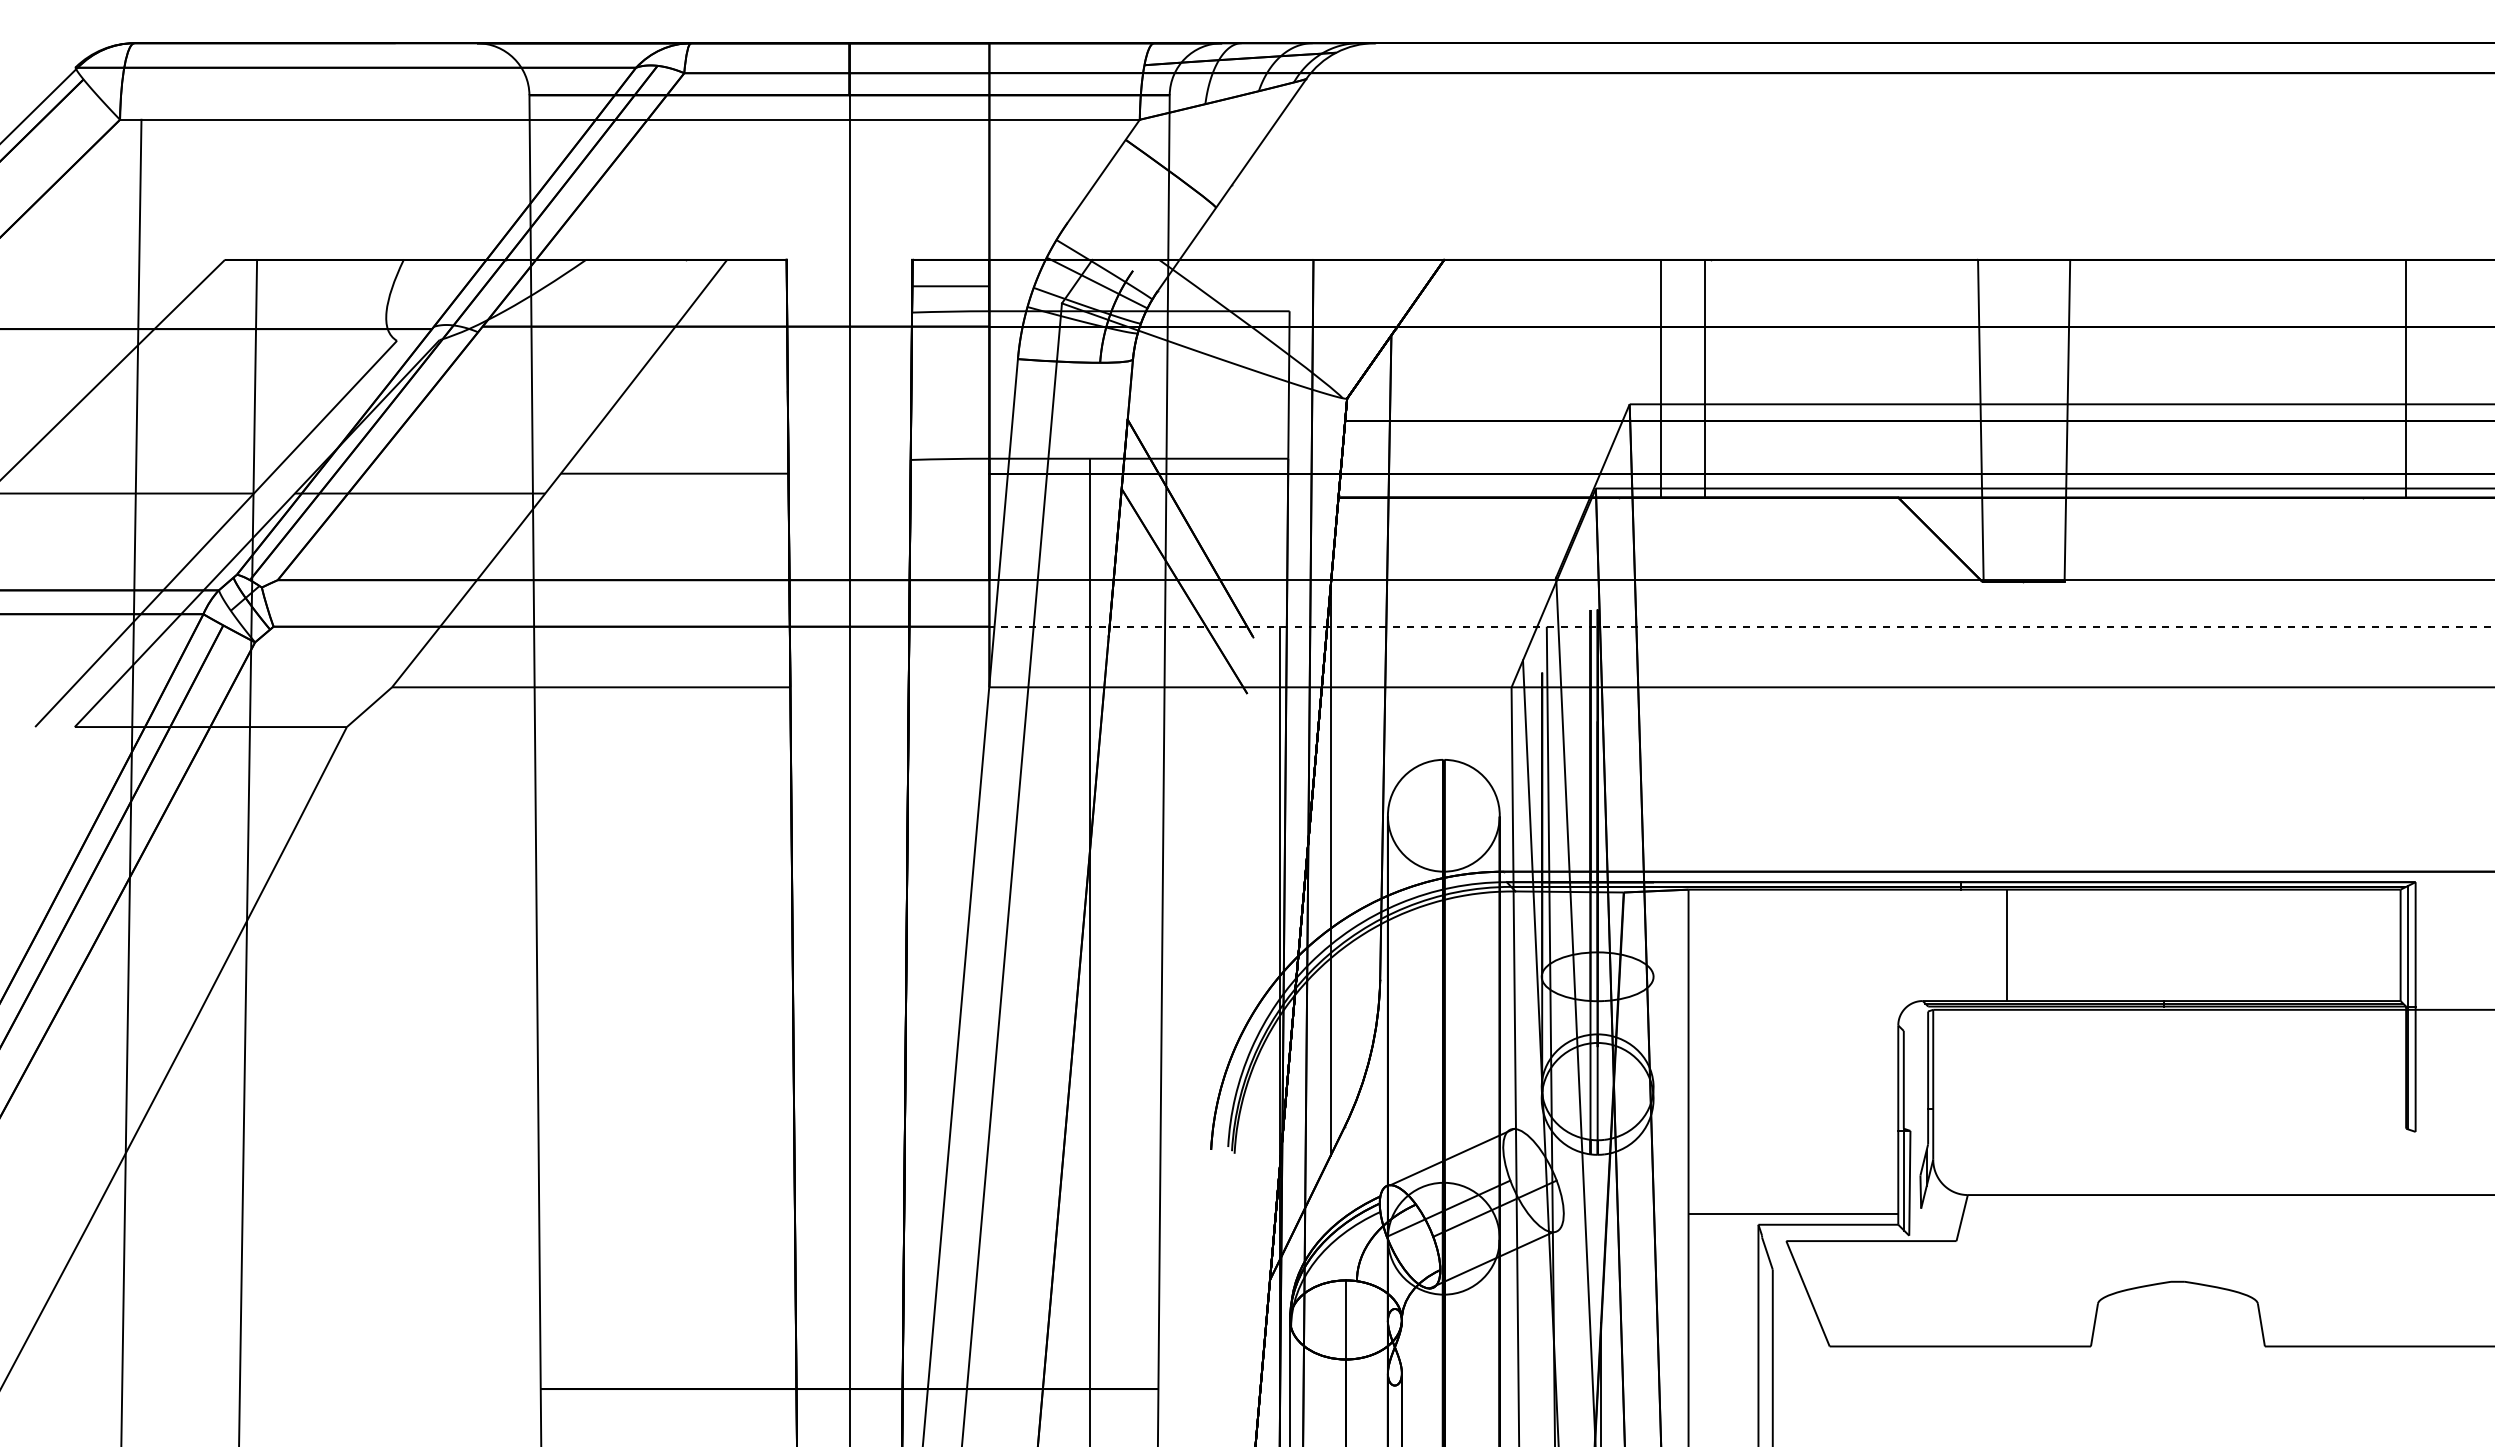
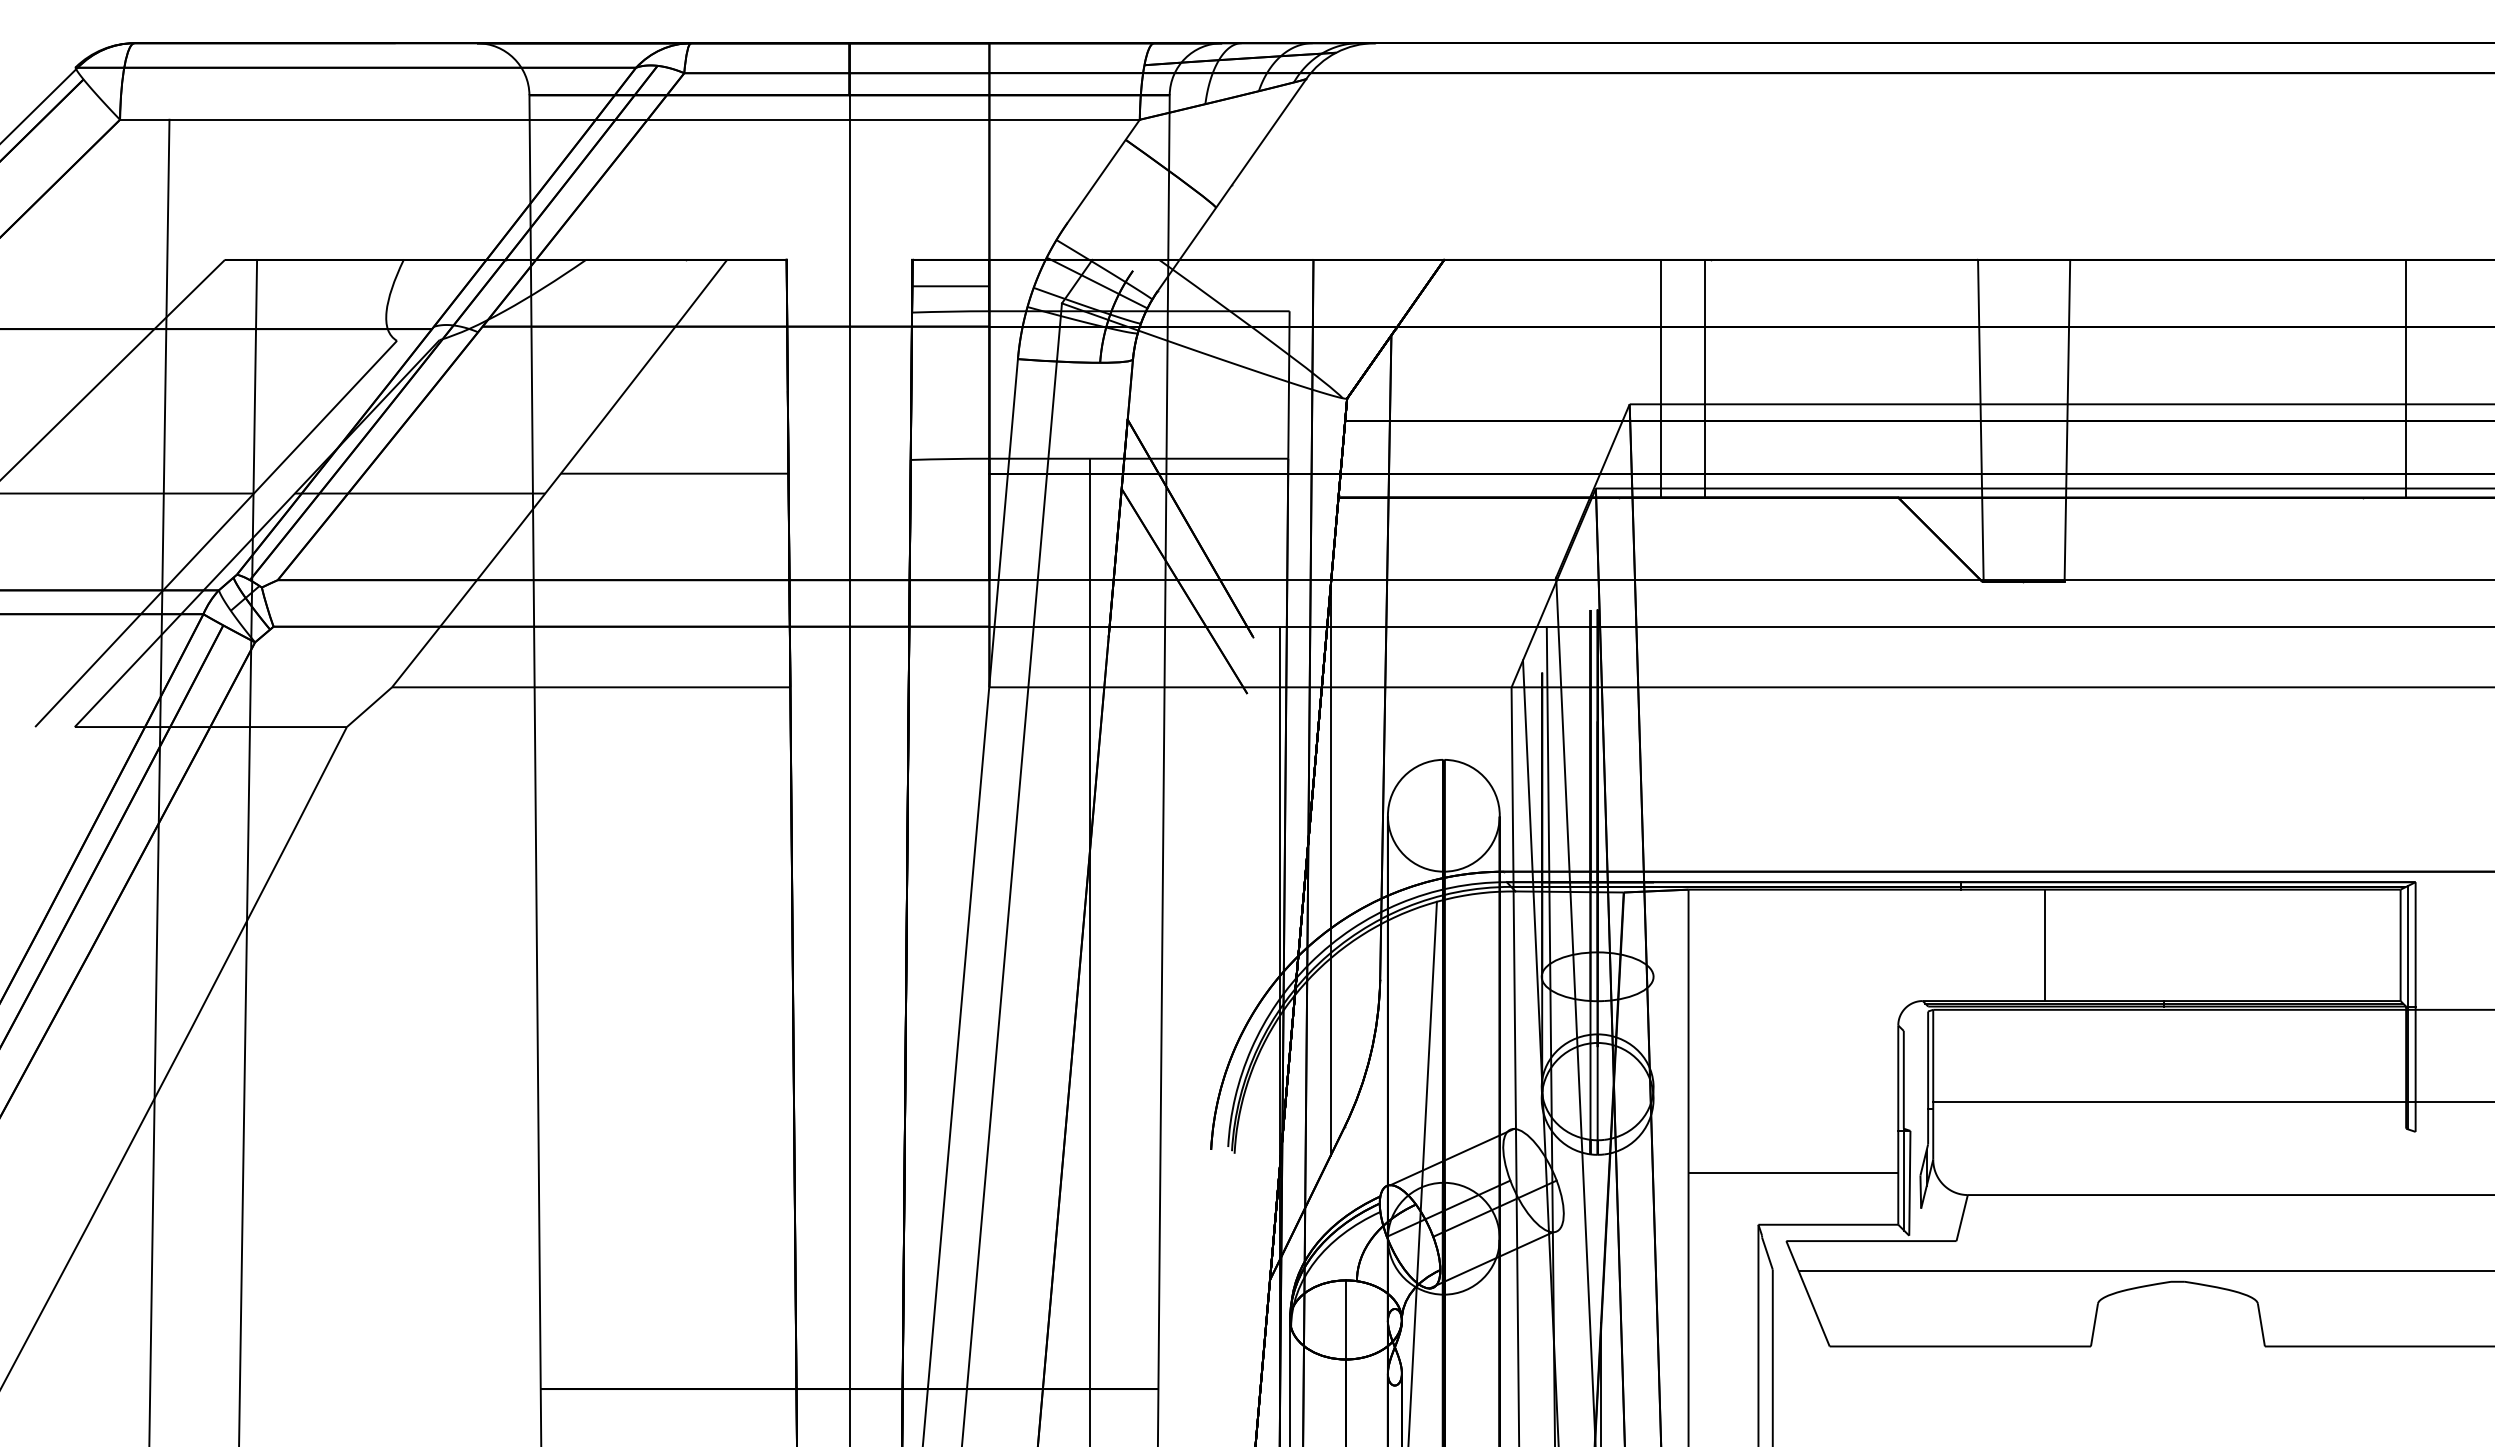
line at (1741, 626): dashed -> solid
line at (131, 781) position: (131, 781) -> (159, 781)
line at (2006, 945) position: (2006, 945) -> (2044, 945)
line at (2212, 1102): none -> present
line at (1422, 1172): none -> present
line at (1793, 1213) position: (1793, 1213) -> (1793, 1172)
line at (2144, 1270): none -> present
